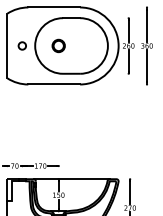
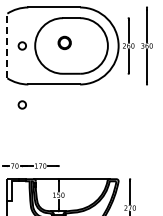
line at (7, 45): solid -> dashed
part at (58, 45) position: (58, 45) -> (64, 42)
circle at (21, 104): none -> present
